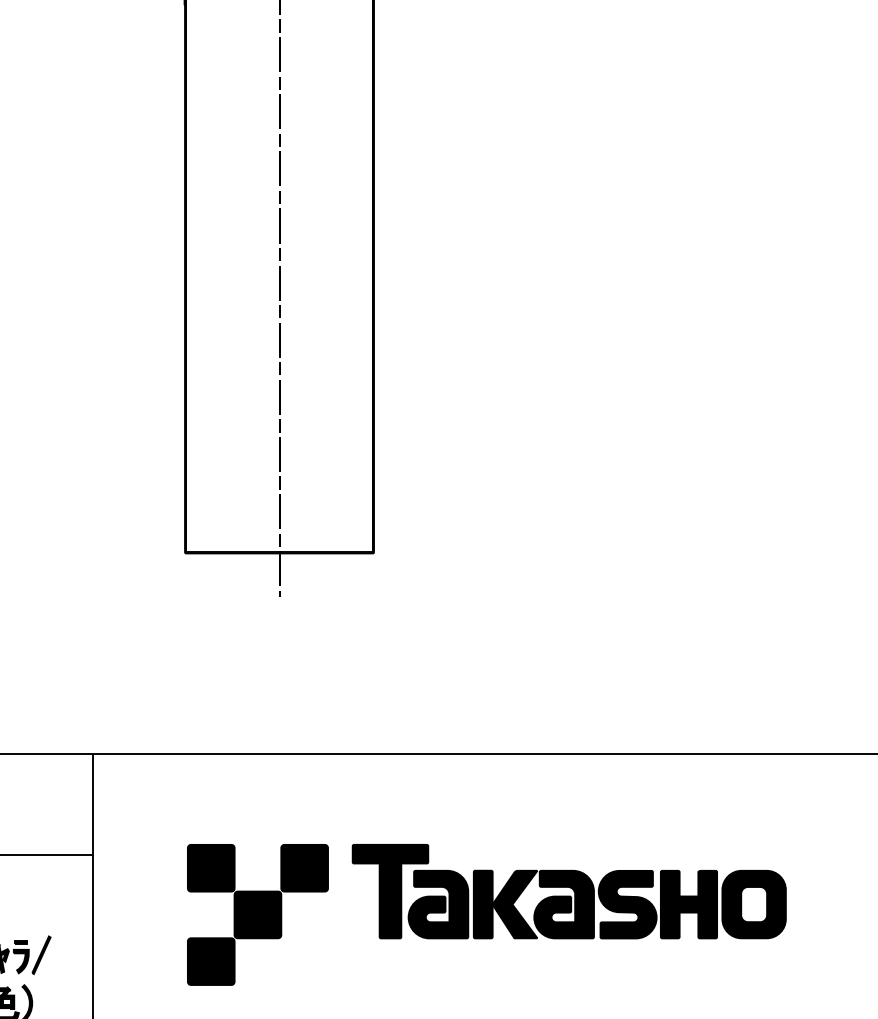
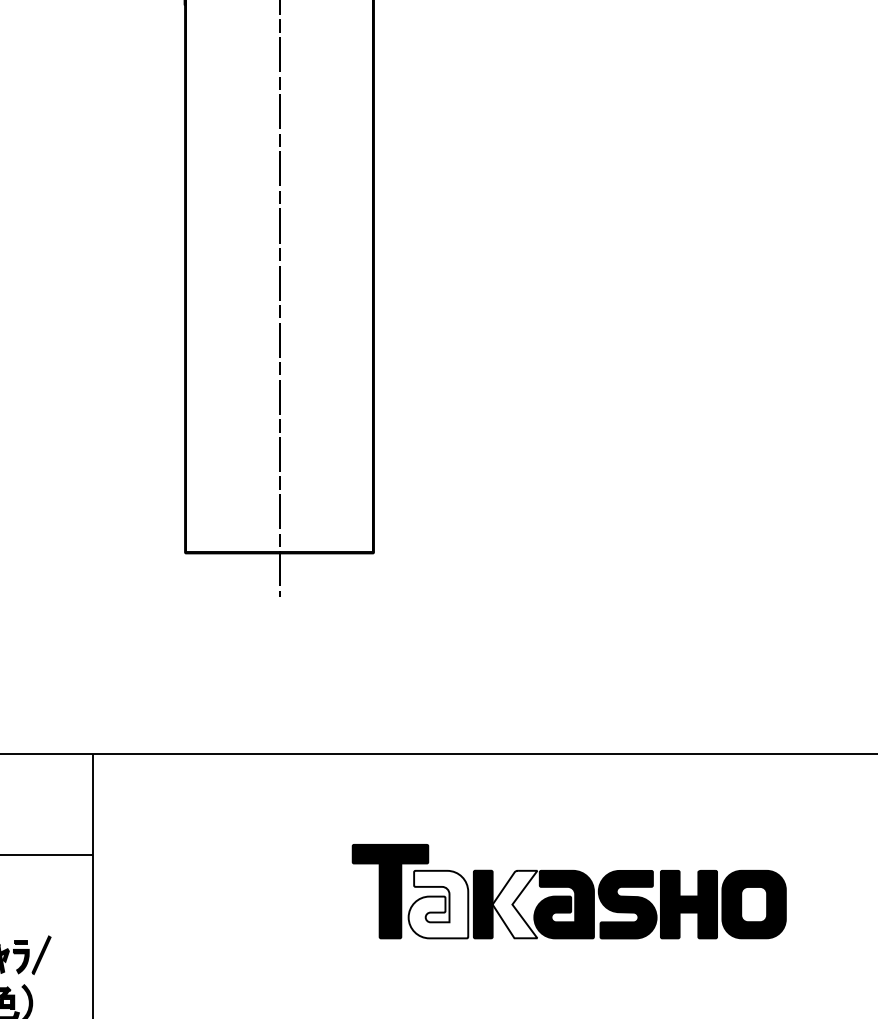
fill at (438, 904): present -> none
fill at (514, 904): present -> none
part at (257, 914): present -> none
